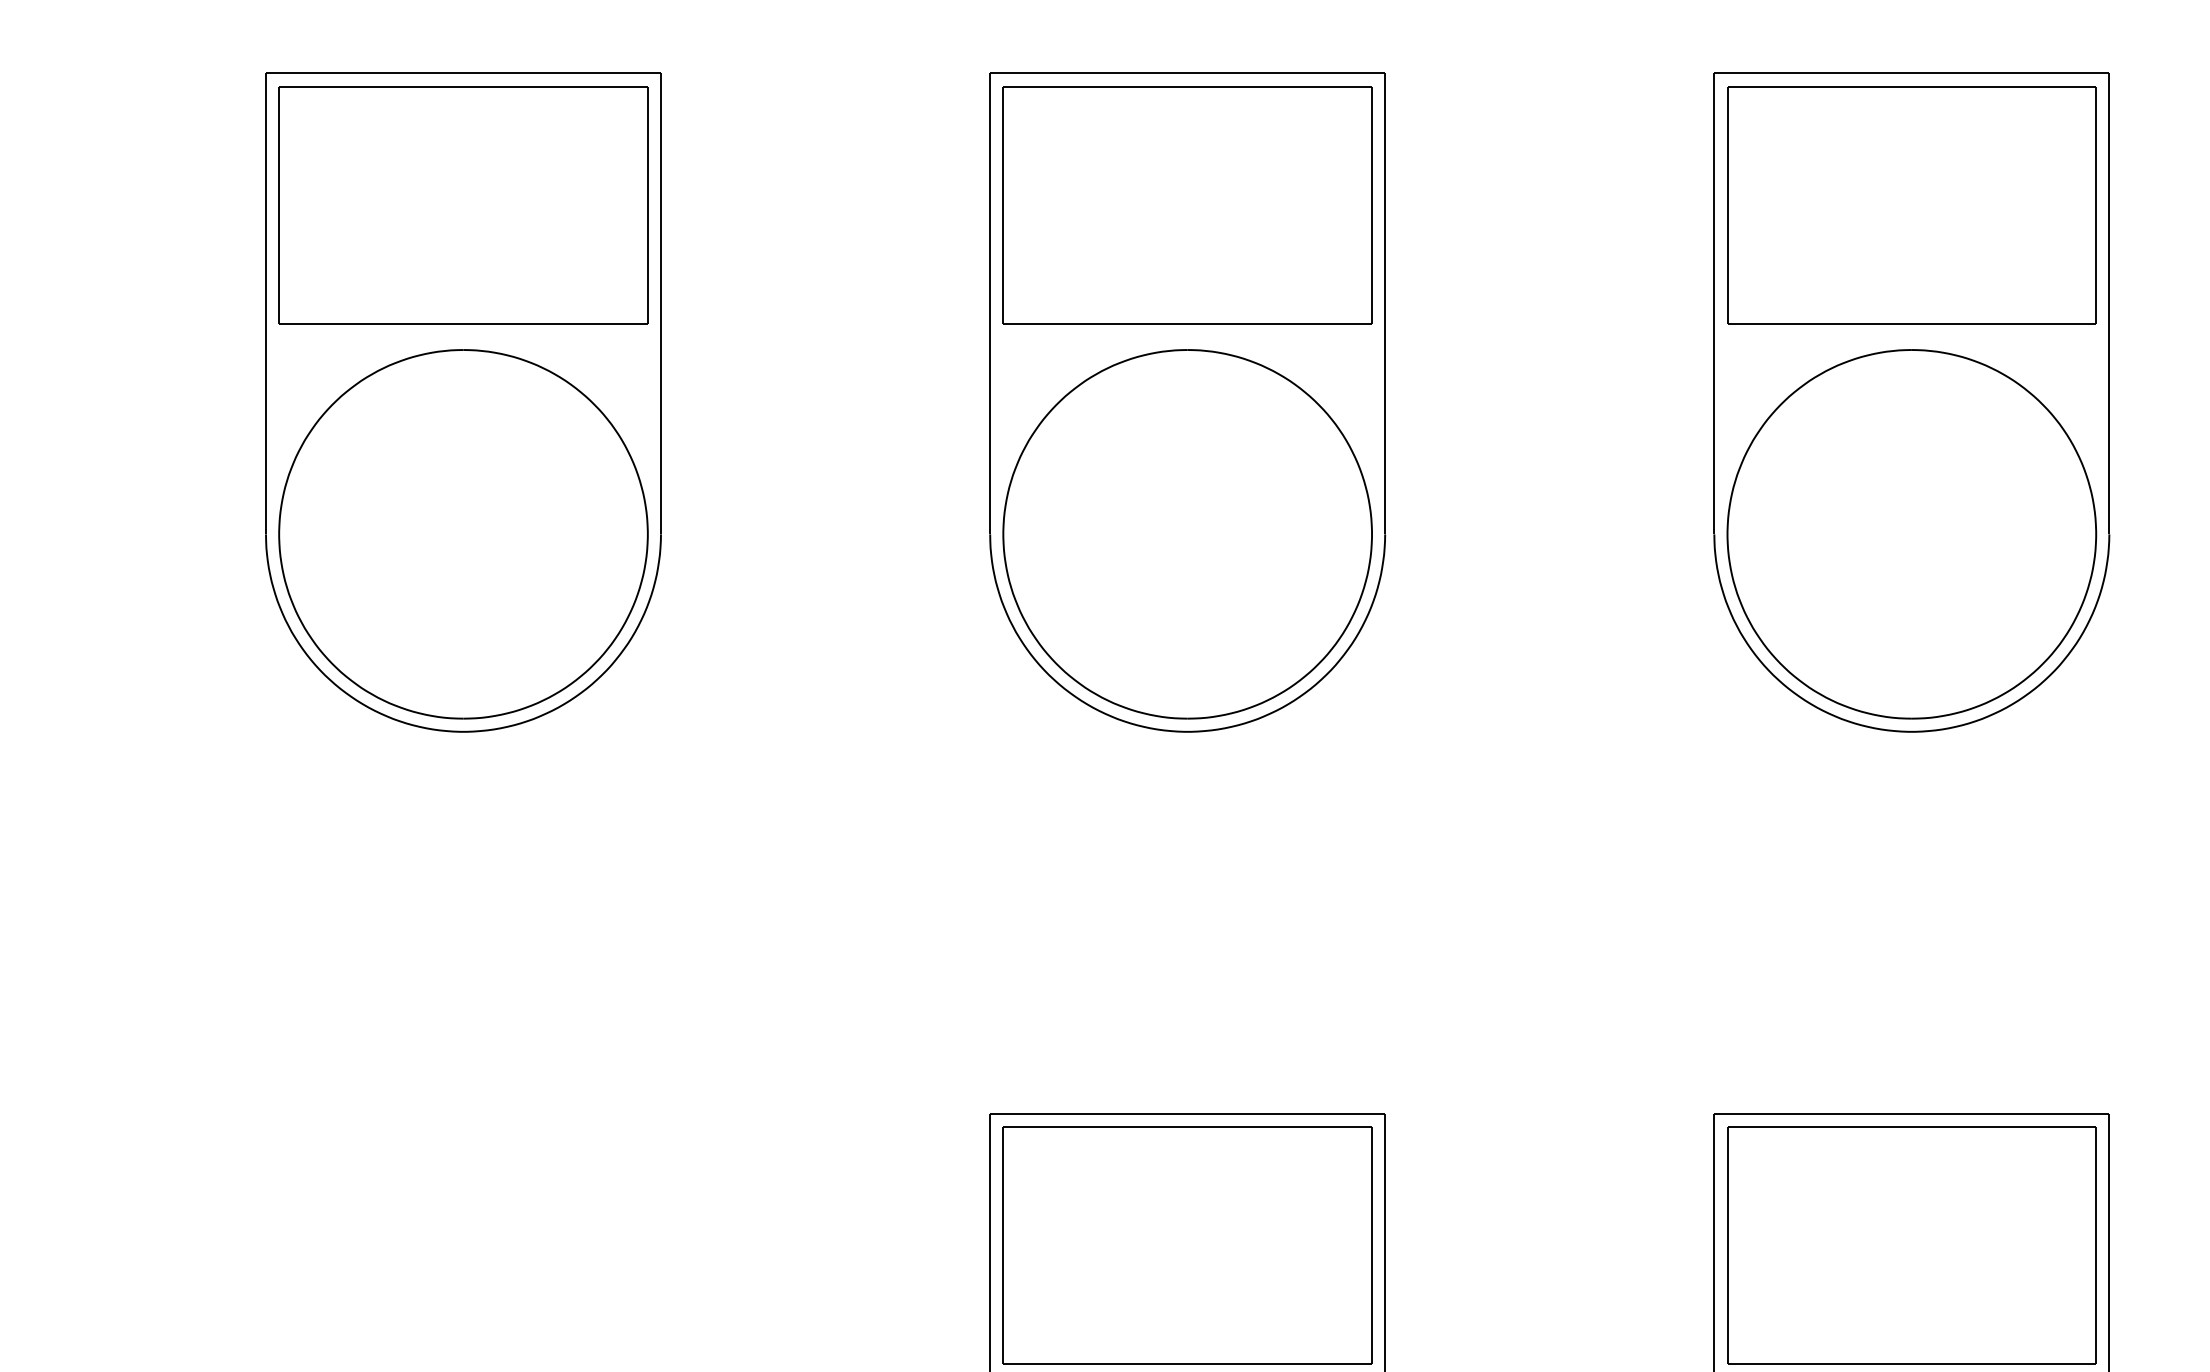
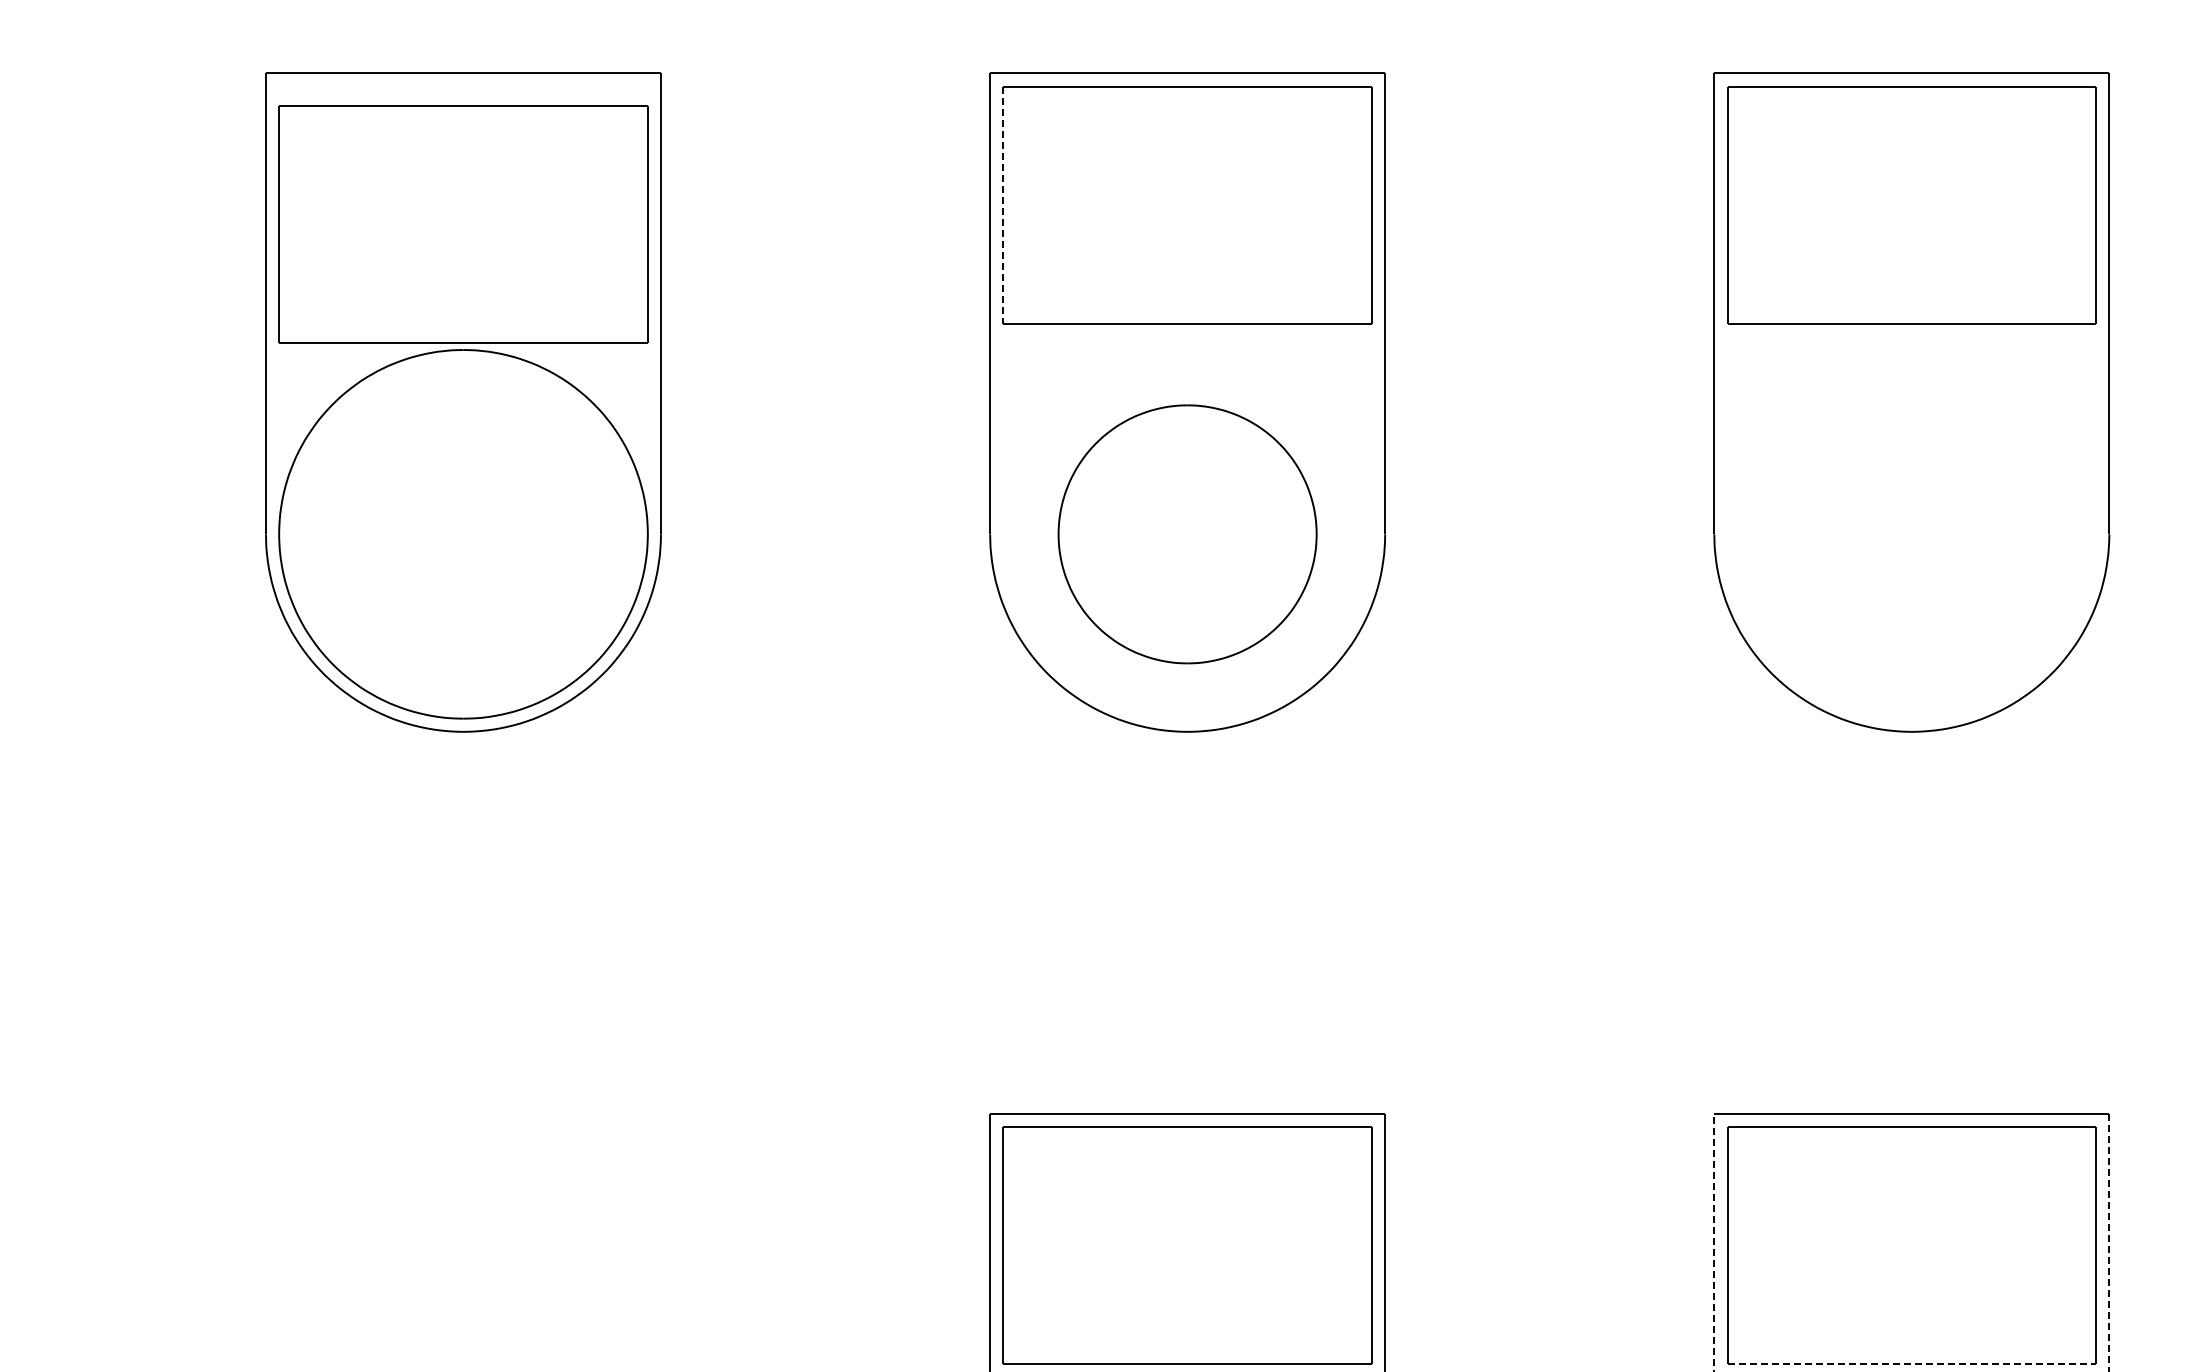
part at (463, 205) position: (463, 205) -> (463, 224)
line at (1003, 205): solid -> dashed
part at (1187, 534) size: 371x371 px -> 261x261 px
part at (1911, 534): present -> none
line at (1714, 1242): solid -> dashed
line at (2109, 1242): solid -> dashed
line at (1912, 1363): solid -> dashed
